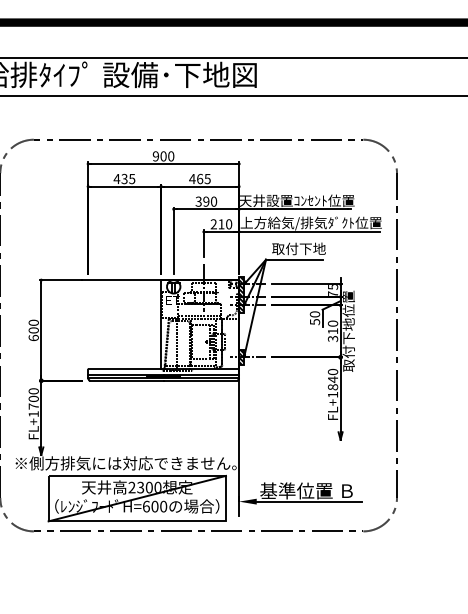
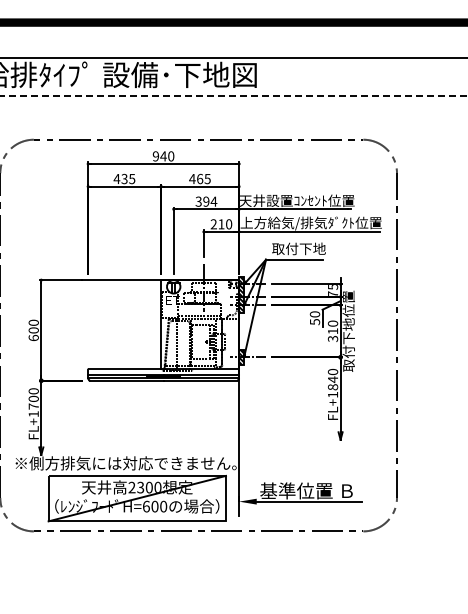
line at (234, 95): solid -> dashed
text at (163, 156): 900 -> 940
text at (213, 201): 390 -> 394
